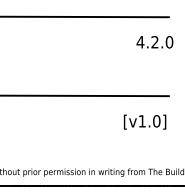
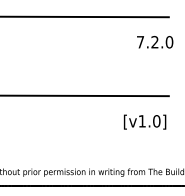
text at (140, 42): 4.2.0 -> 7.2.0
